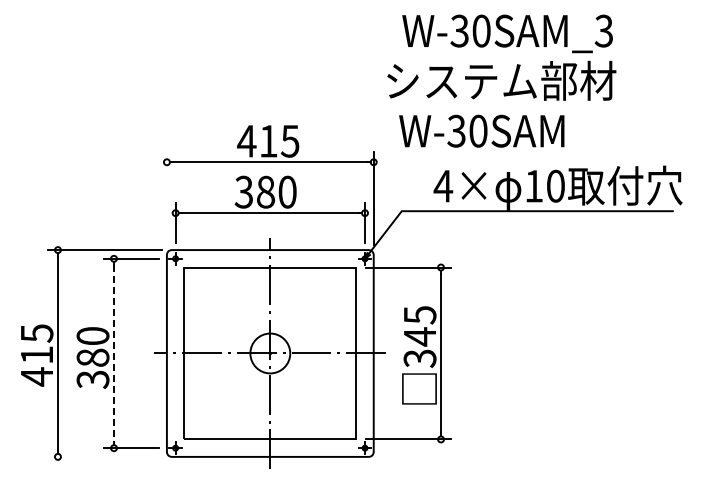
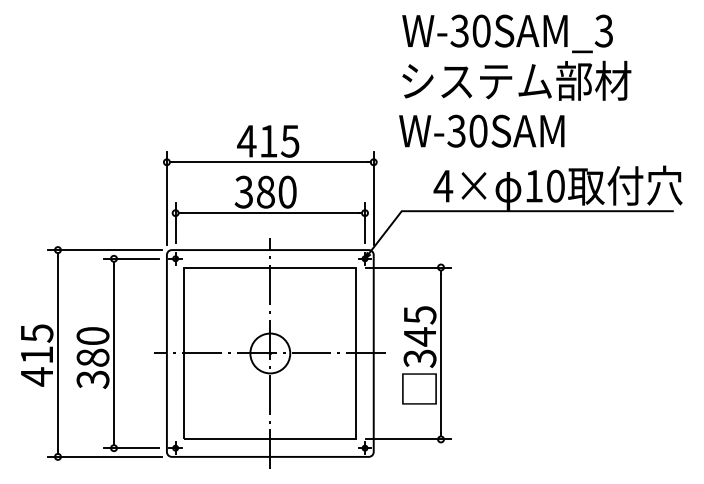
text at (501, 80) position: (501, 80) -> (516, 80)
line at (166, 198): none -> present
line at (113, 353): dashed -> solid
line at (104, 456): none -> present
